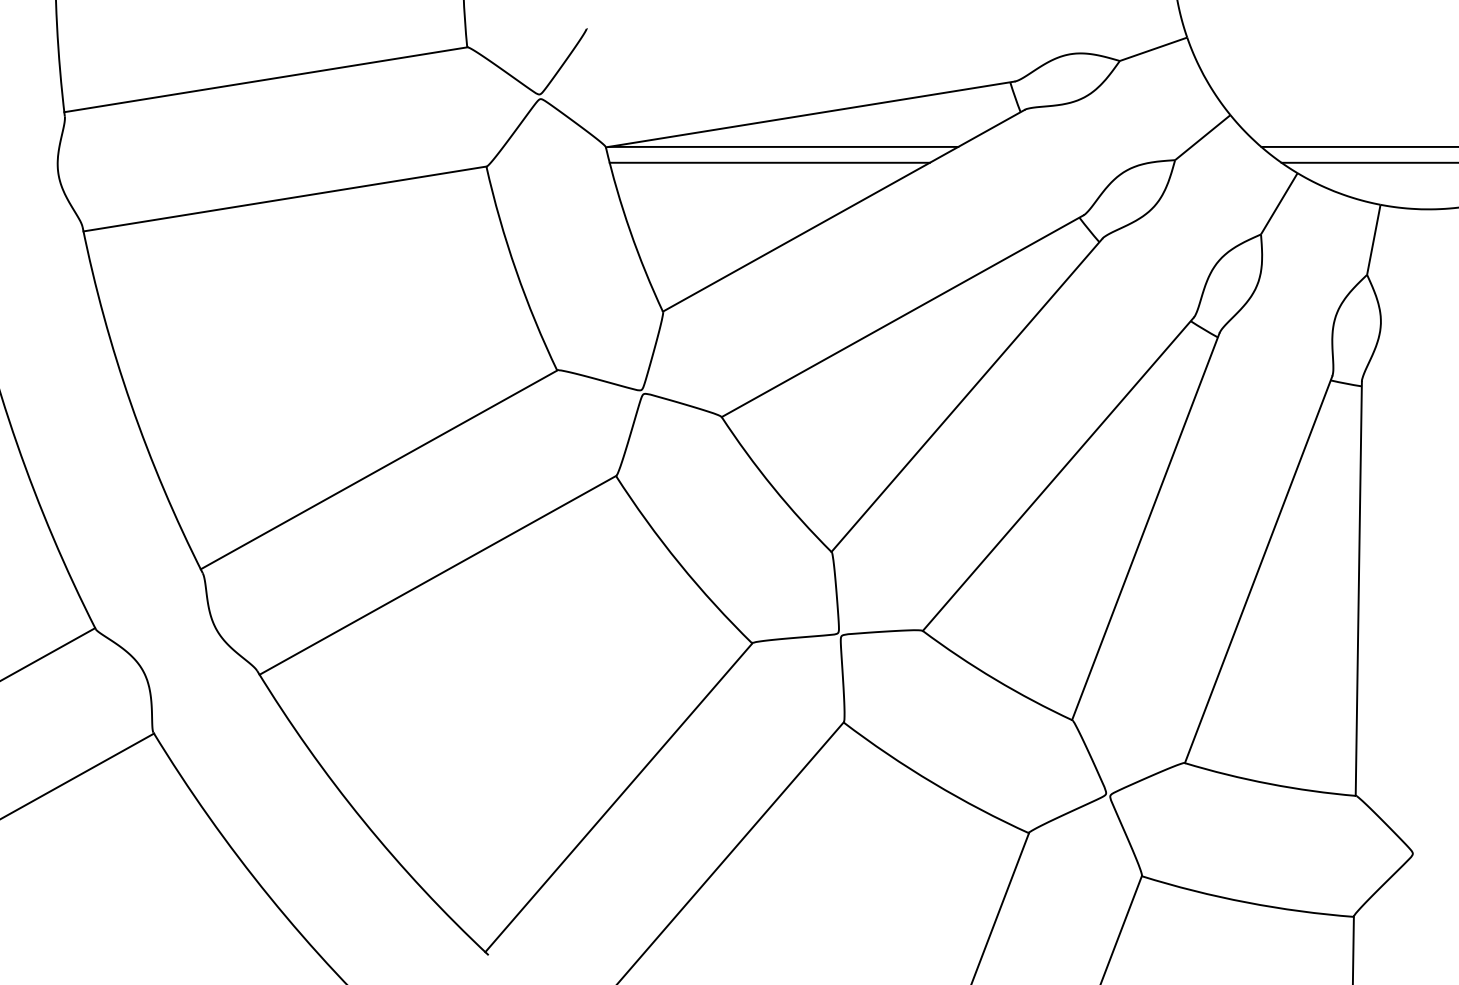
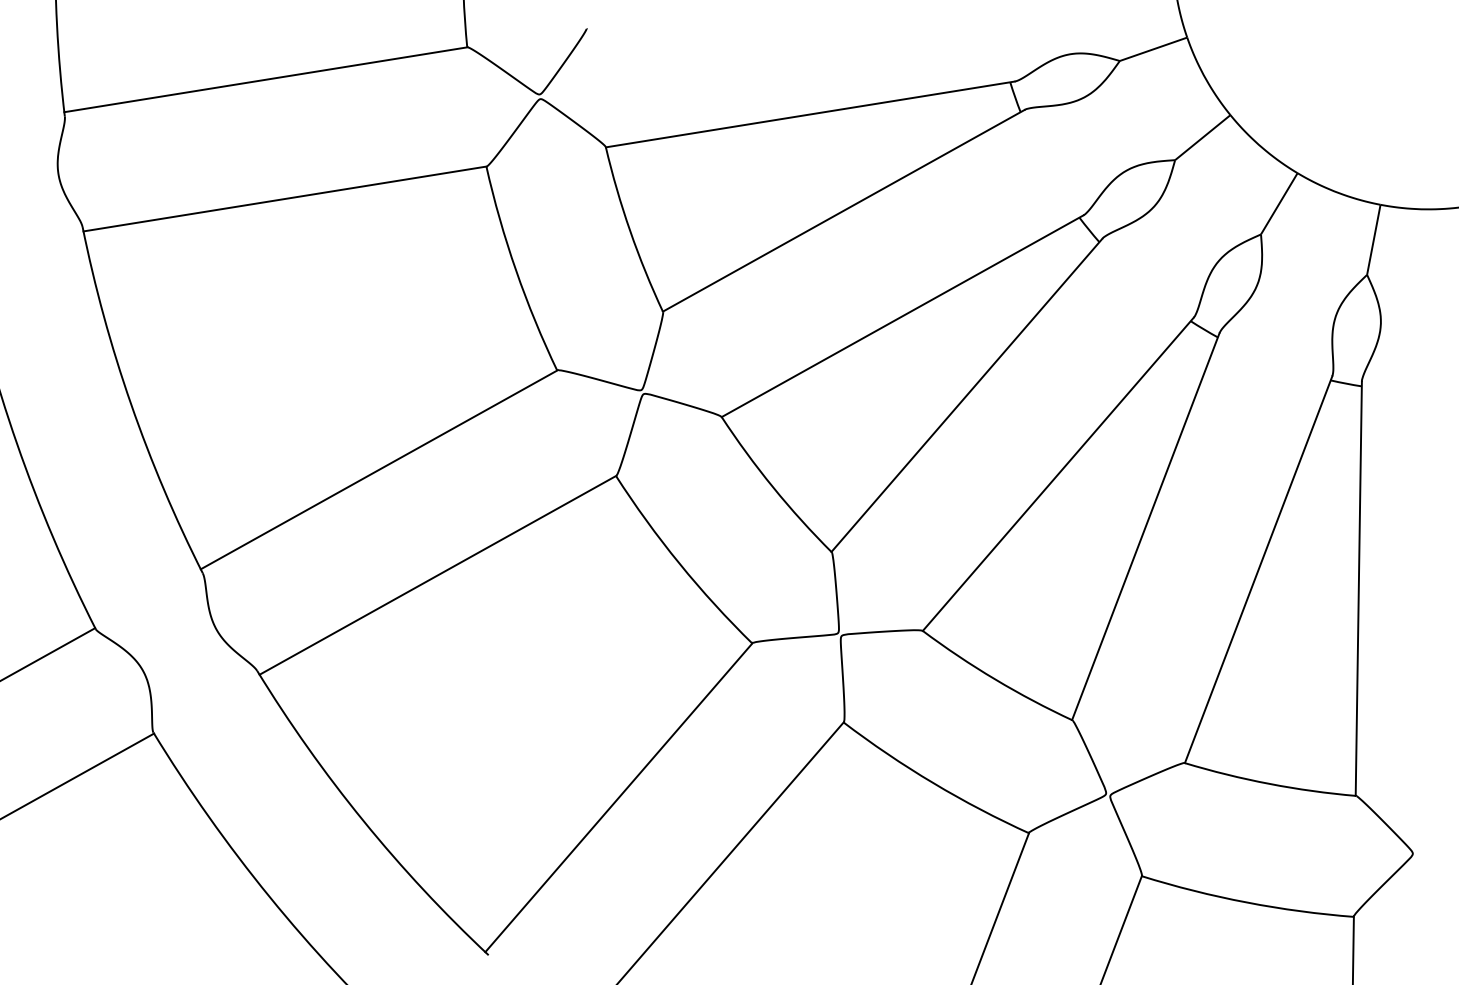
line at (783, 146): present -> none
line at (1358, 146): present -> none
line at (769, 162): present -> none
line at (1368, 162): present -> none
